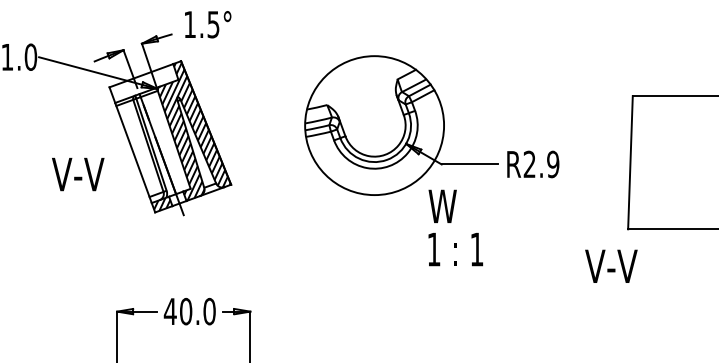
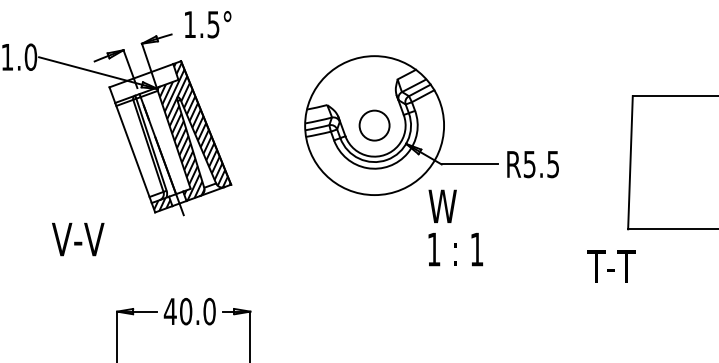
circle at (374, 125): none -> present
text at (541, 164): R2.9 -> R5.5
text at (78, 174) position: (78, 174) -> (78, 239)
text at (611, 265): V-V -> T-T
